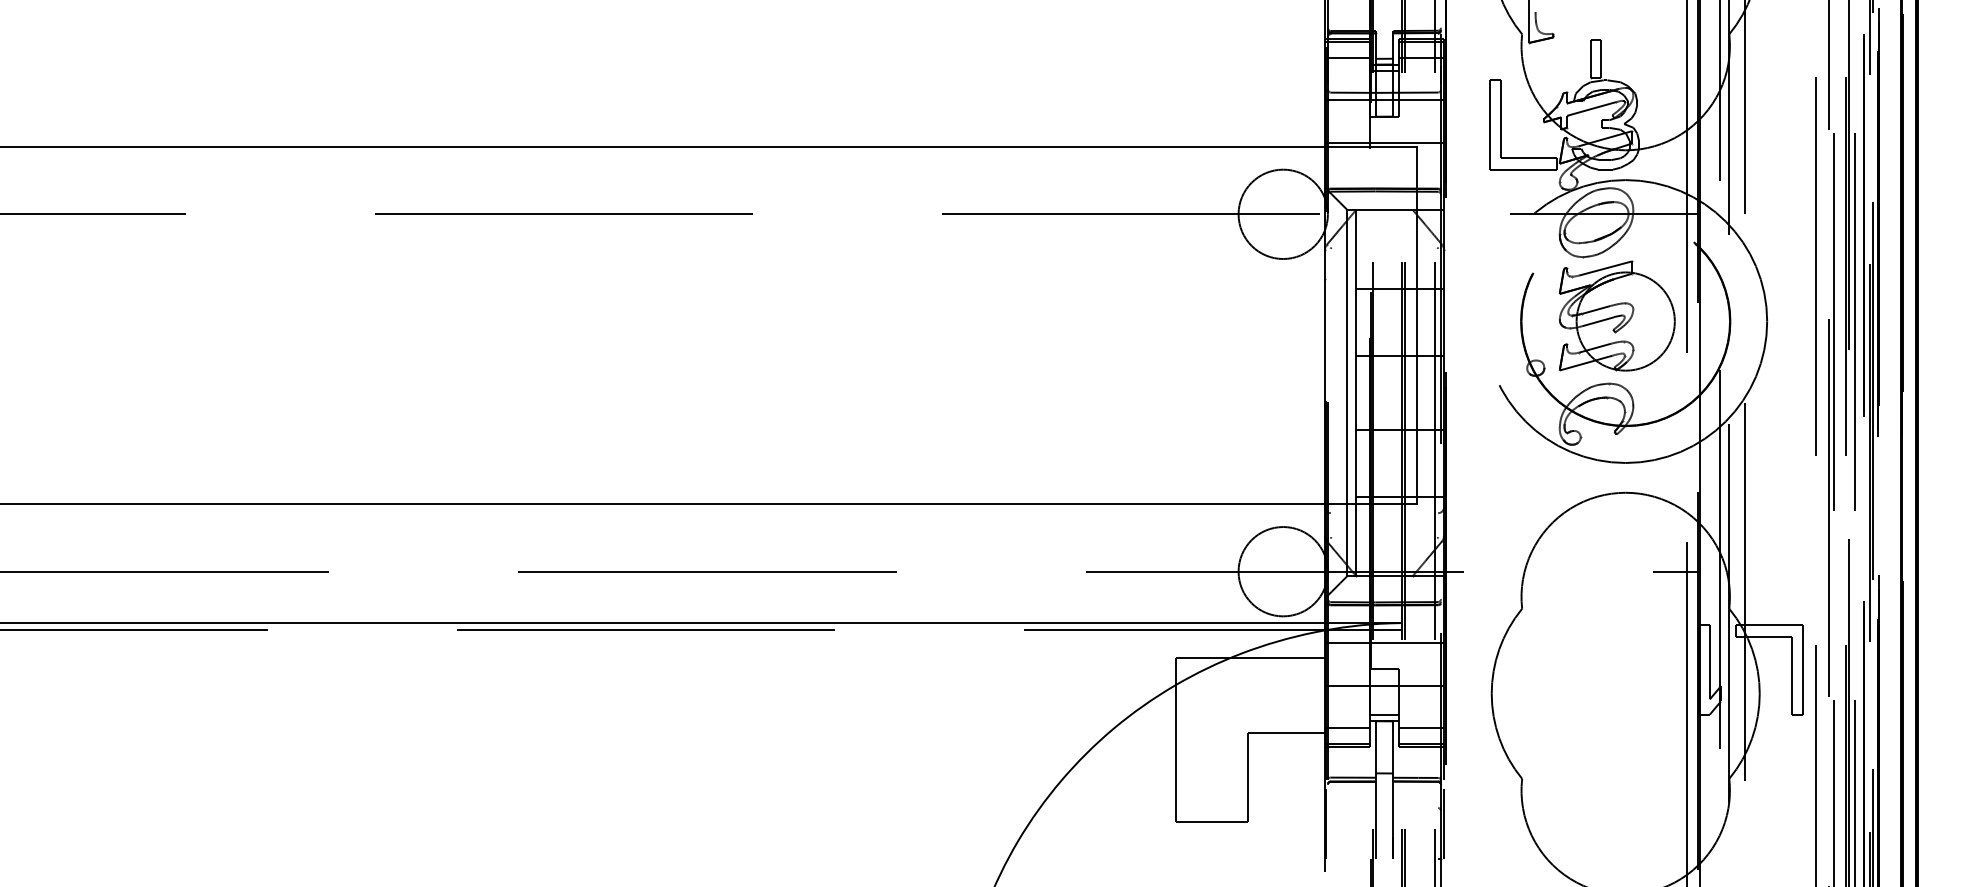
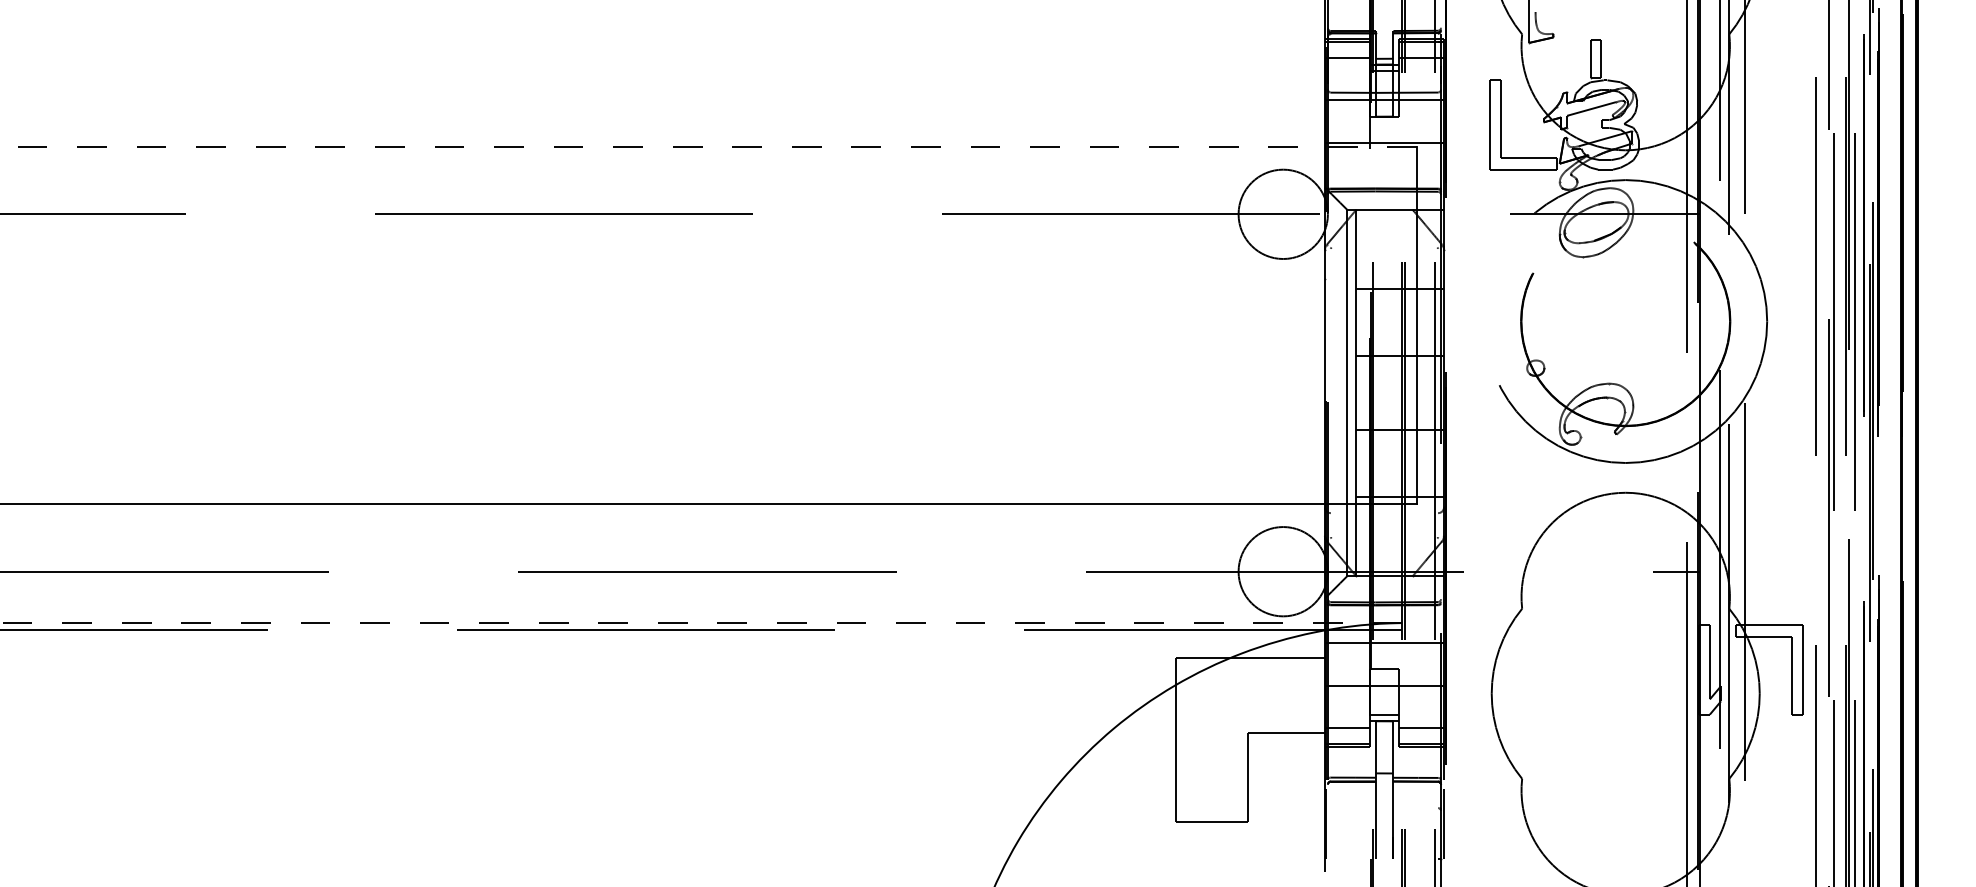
line at (708, 146): solid -> dashed
part at (1616, 315): present -> none
line at (701, 623): solid -> dashed
